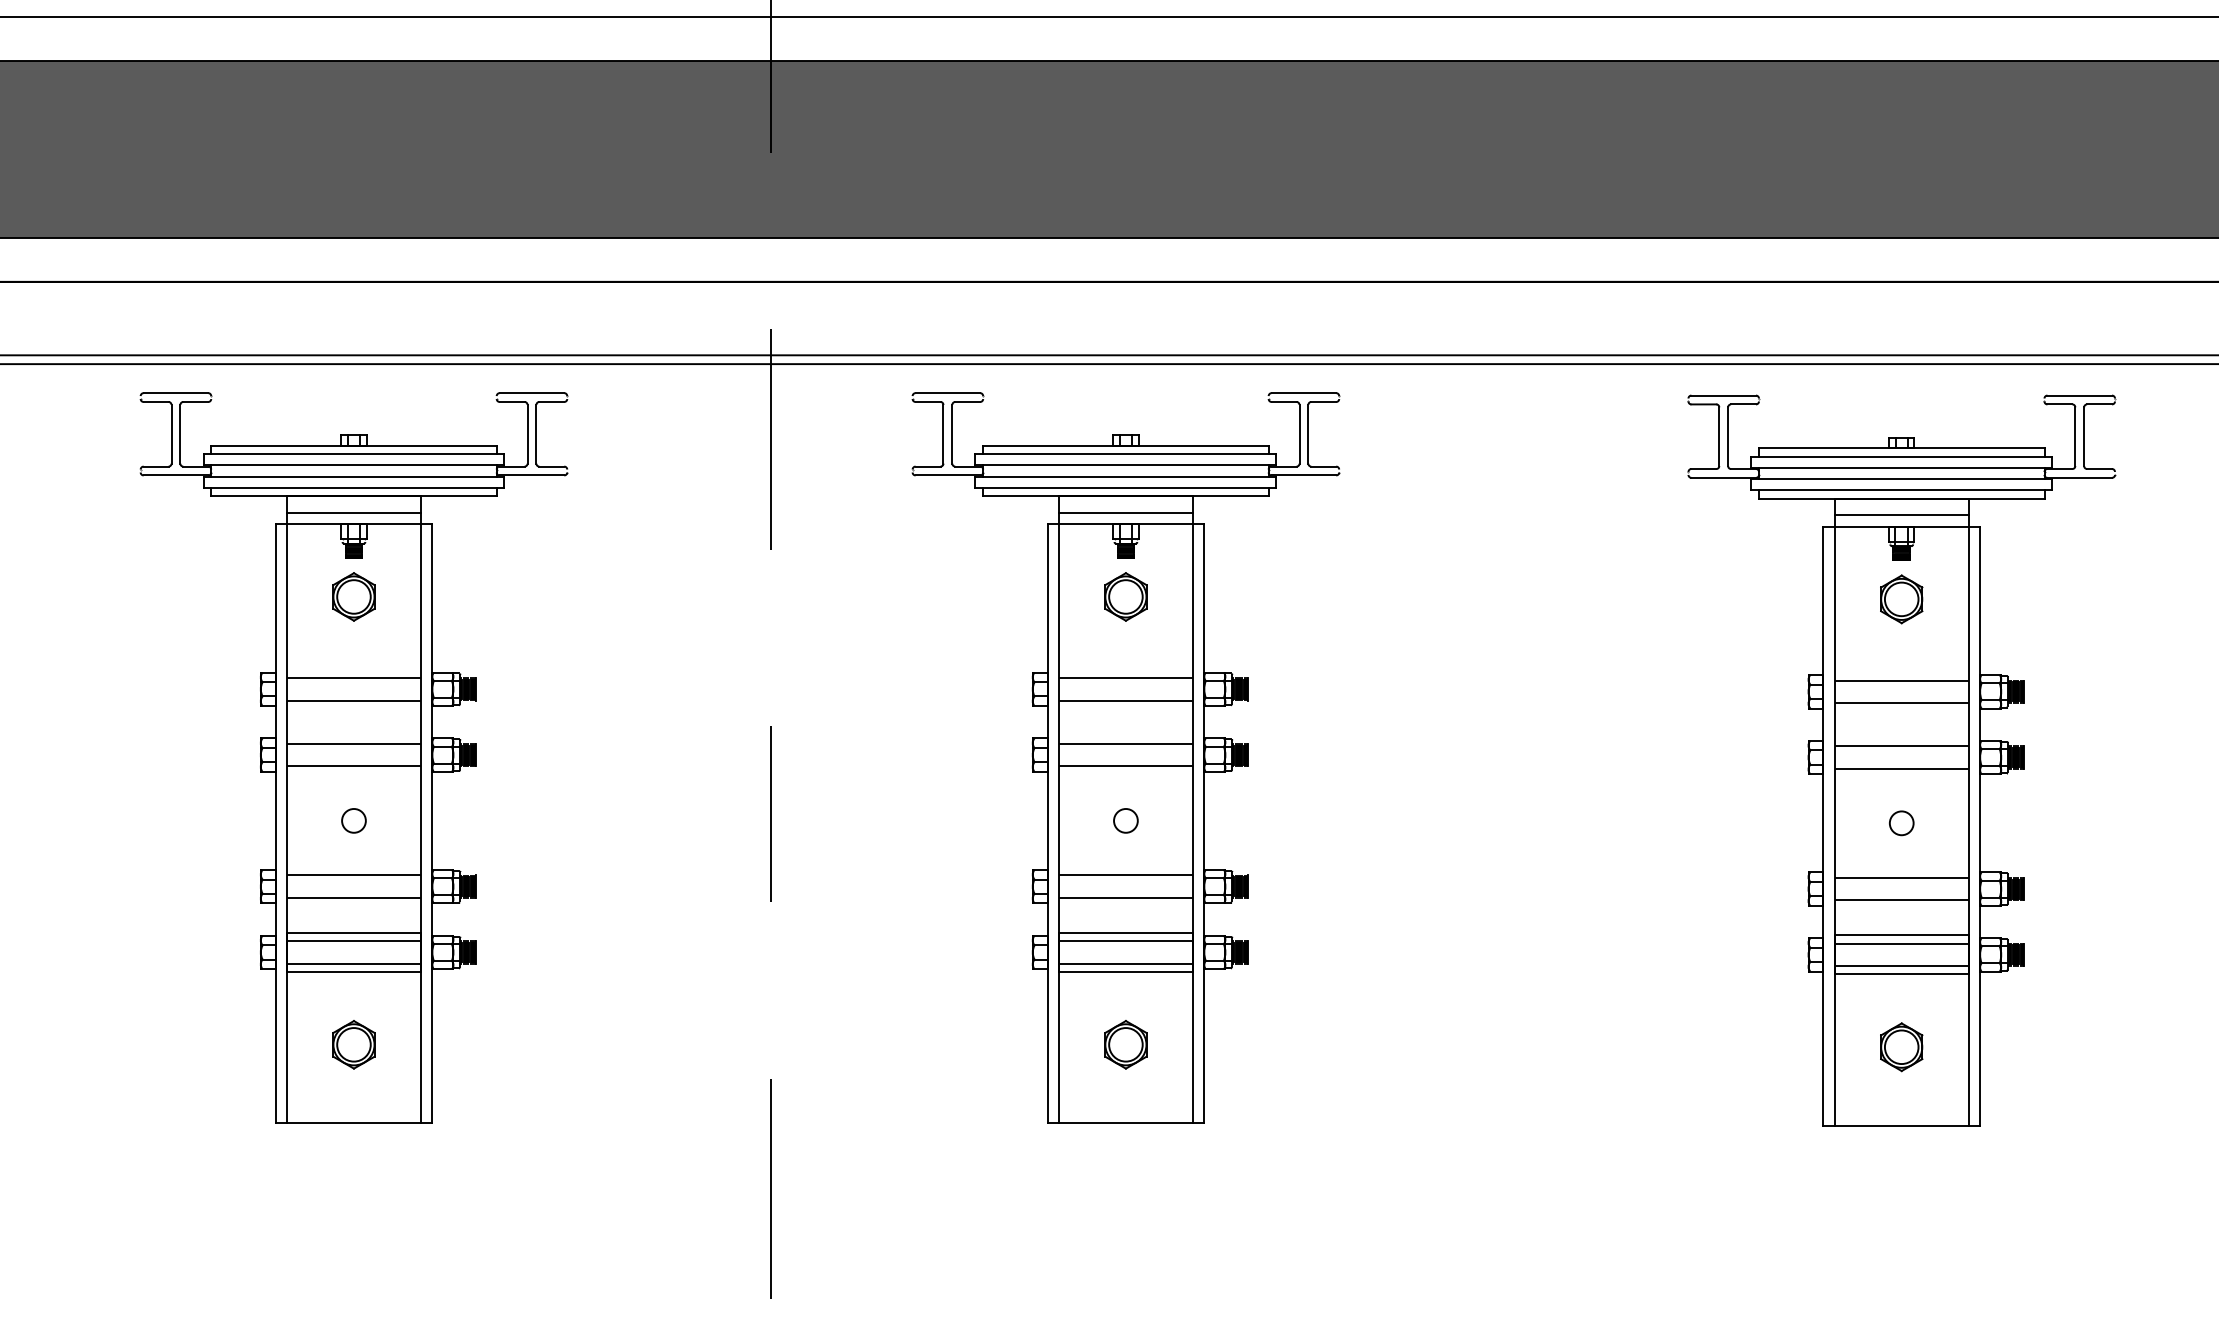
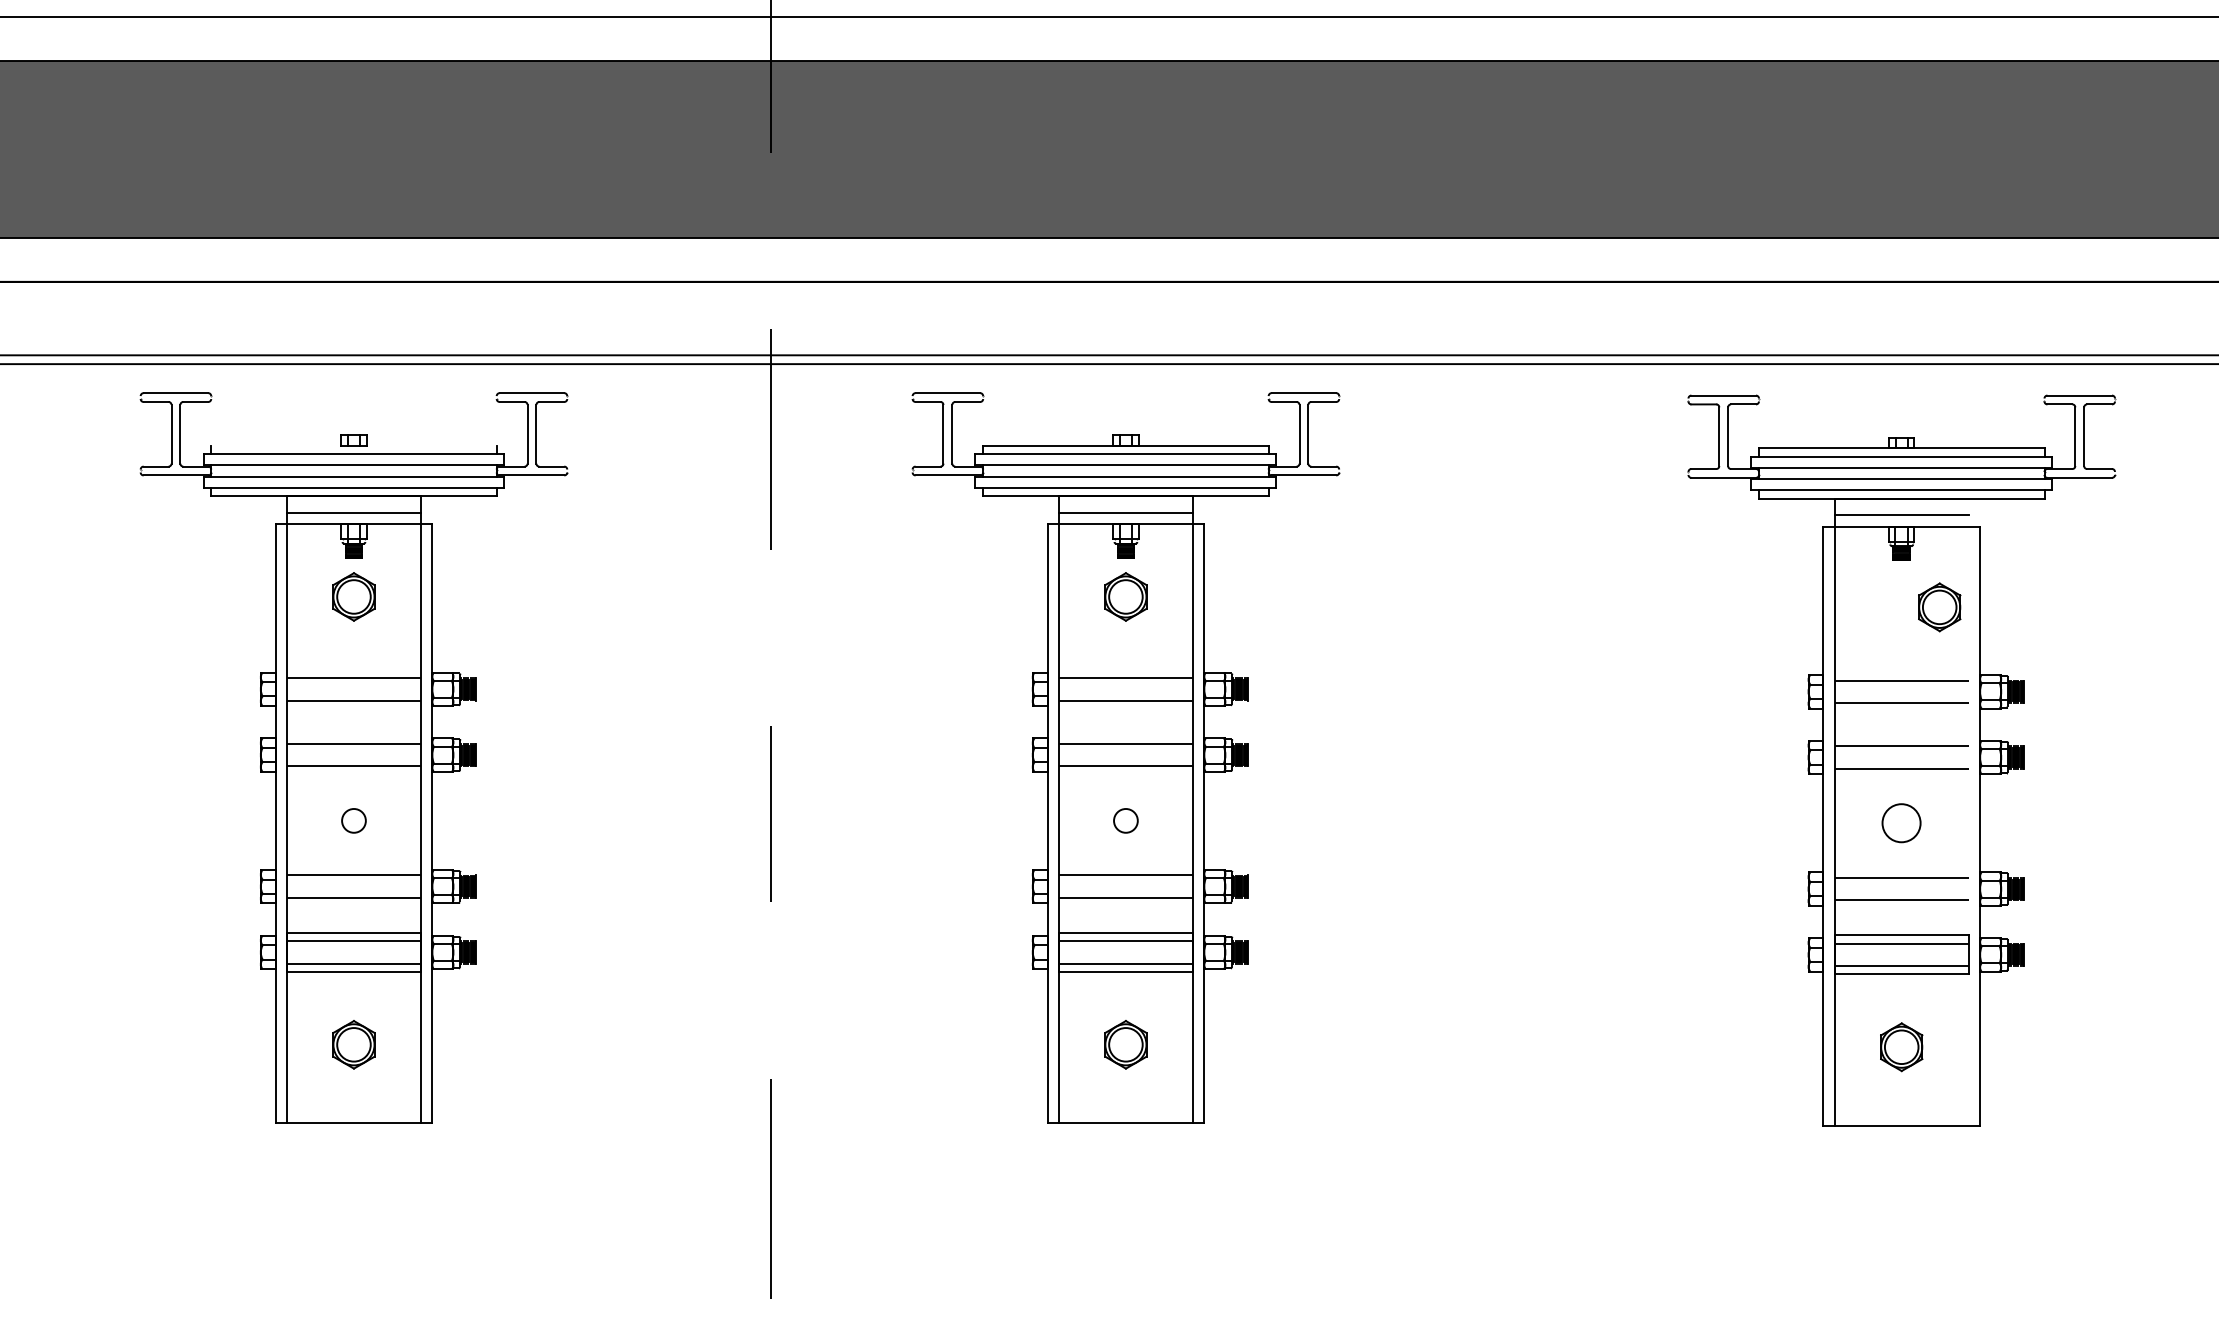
line at (353, 445): present -> none
part at (1901, 599) position: (1901, 599) -> (1939, 607)
line at (1968, 811): present -> none
circle at (1901, 823) size: 26x27 px -> 41x41 px
